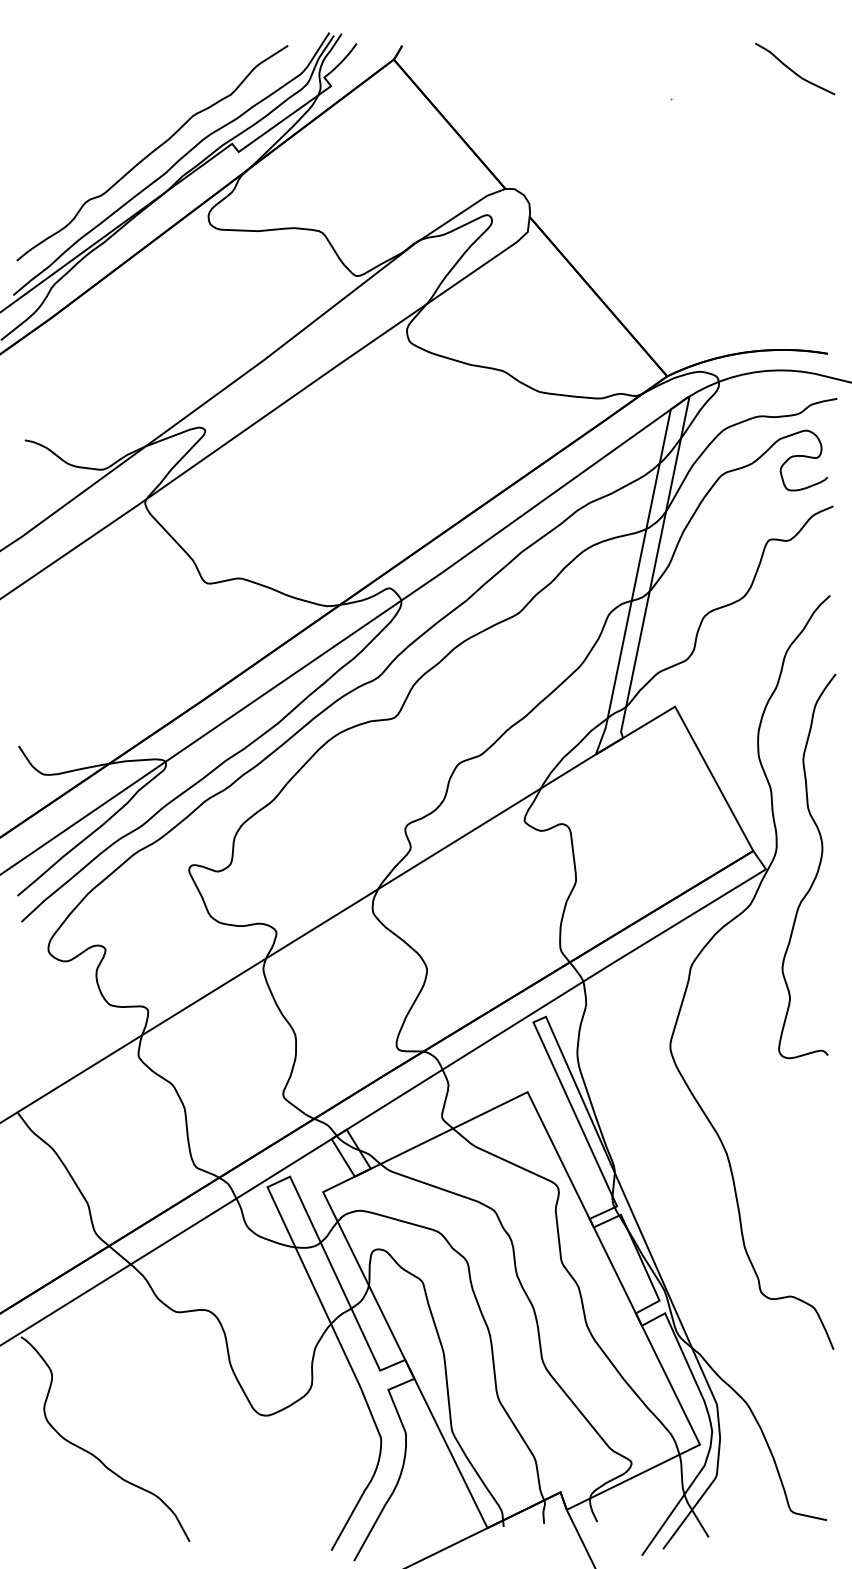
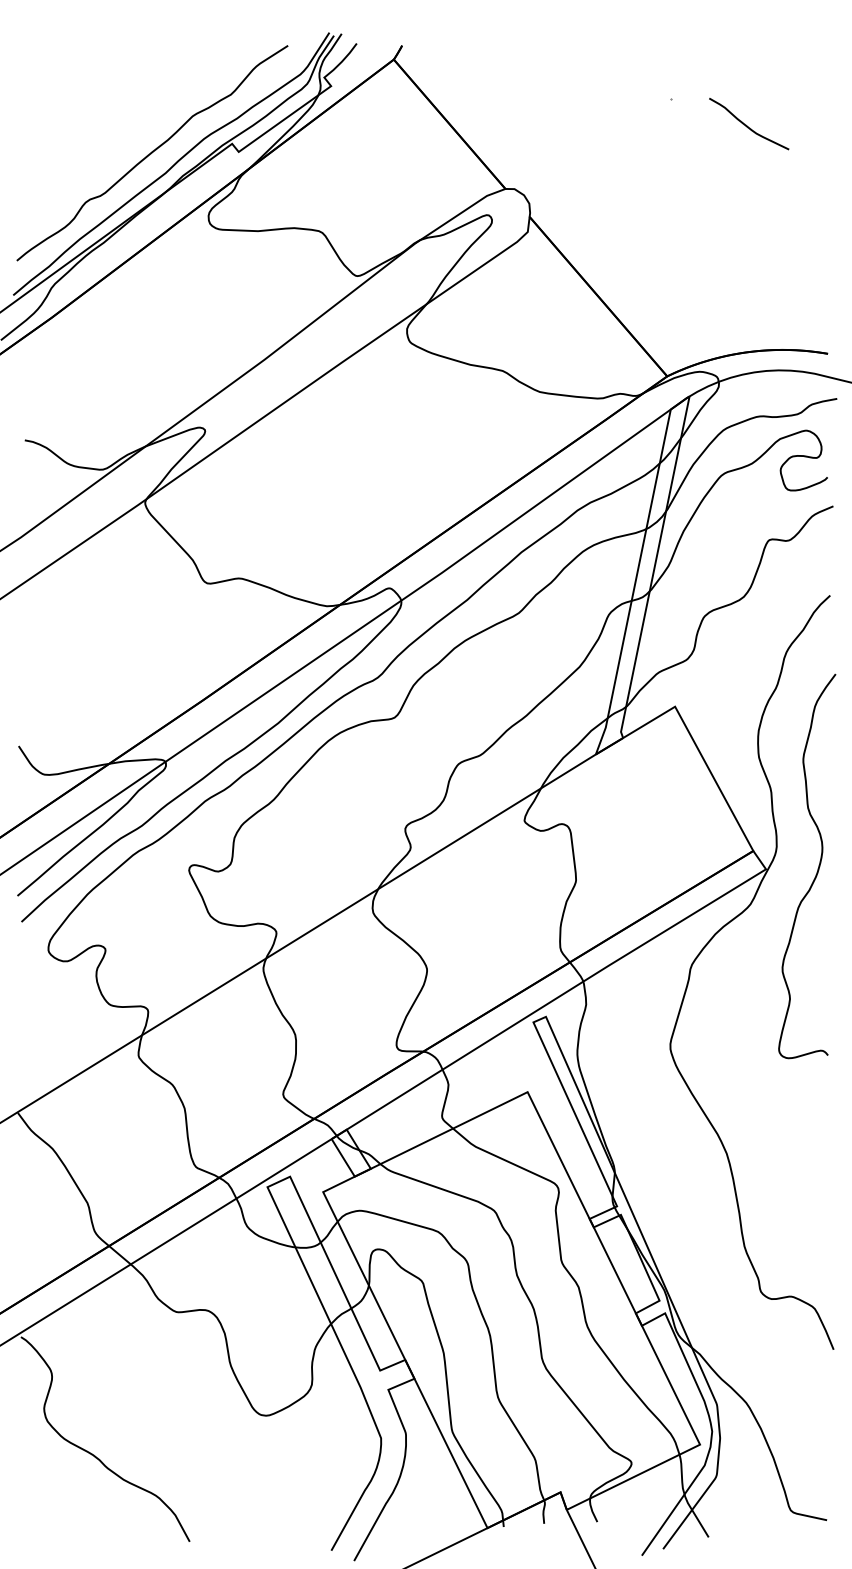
curve at (793, 70) position: (793, 70) -> (747, 125)
